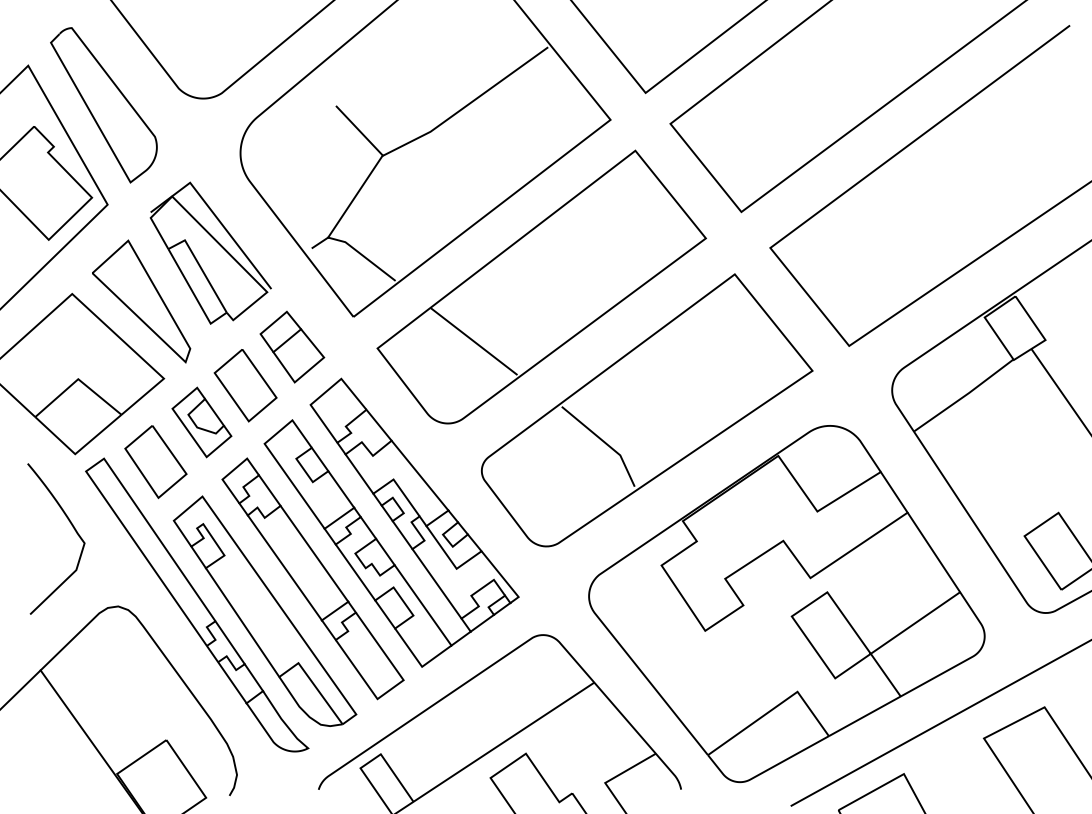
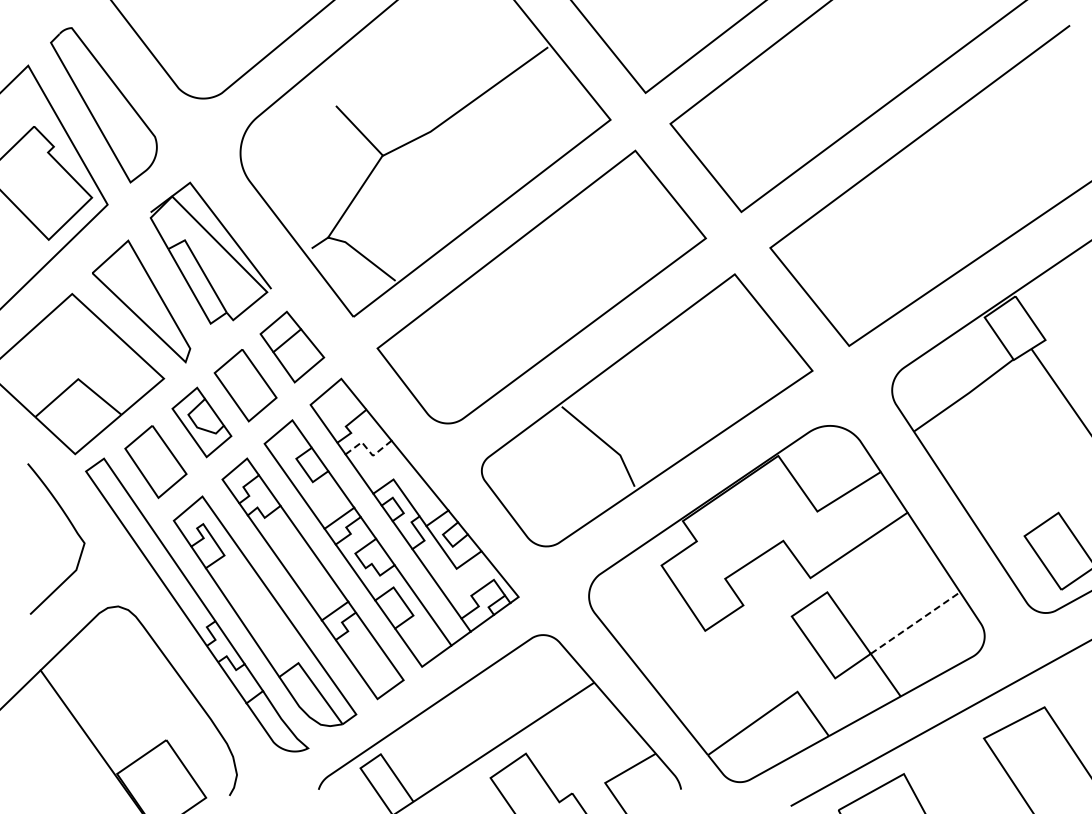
line at (473, 341): present -> none
line at (368, 450): solid -> dashed
line at (915, 622): solid -> dashed
